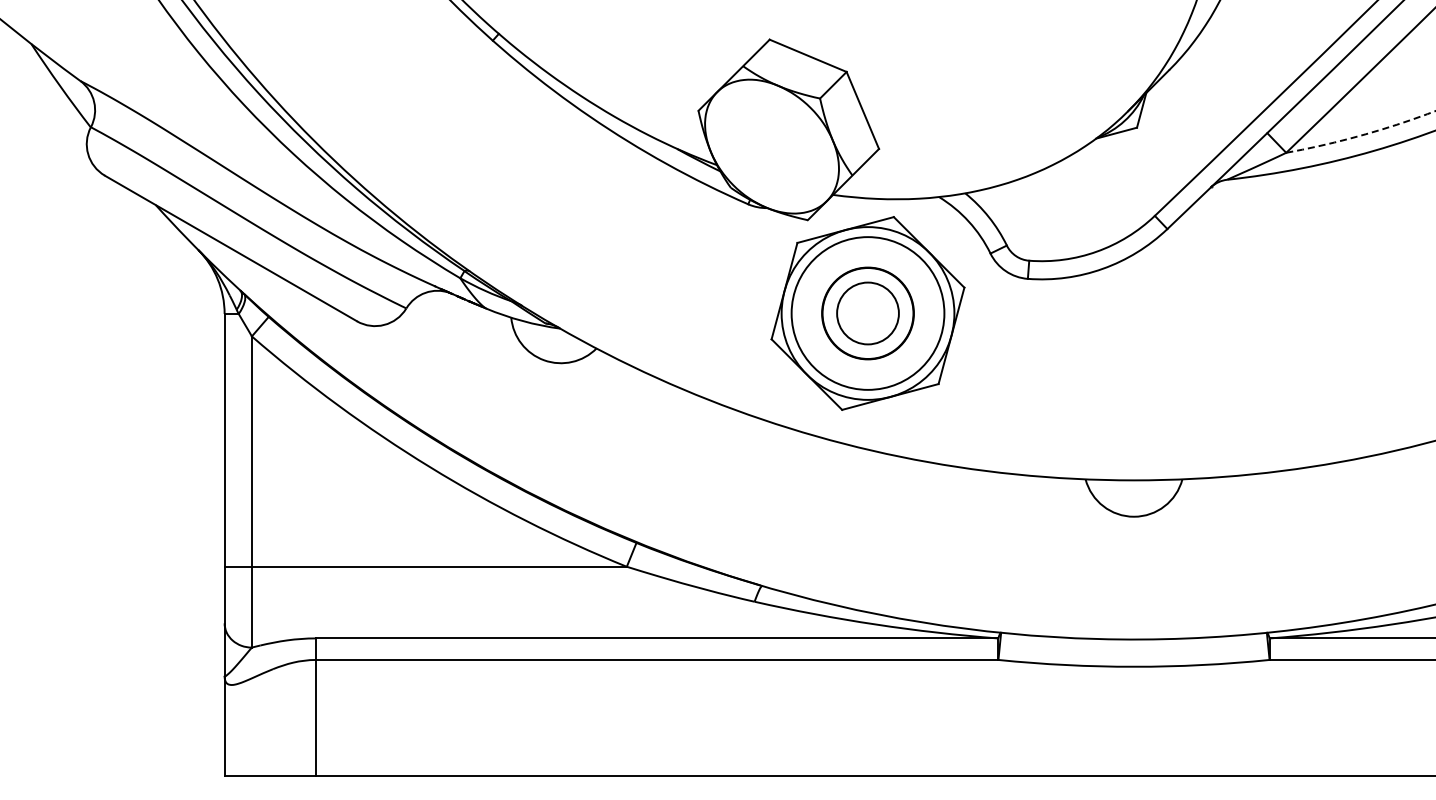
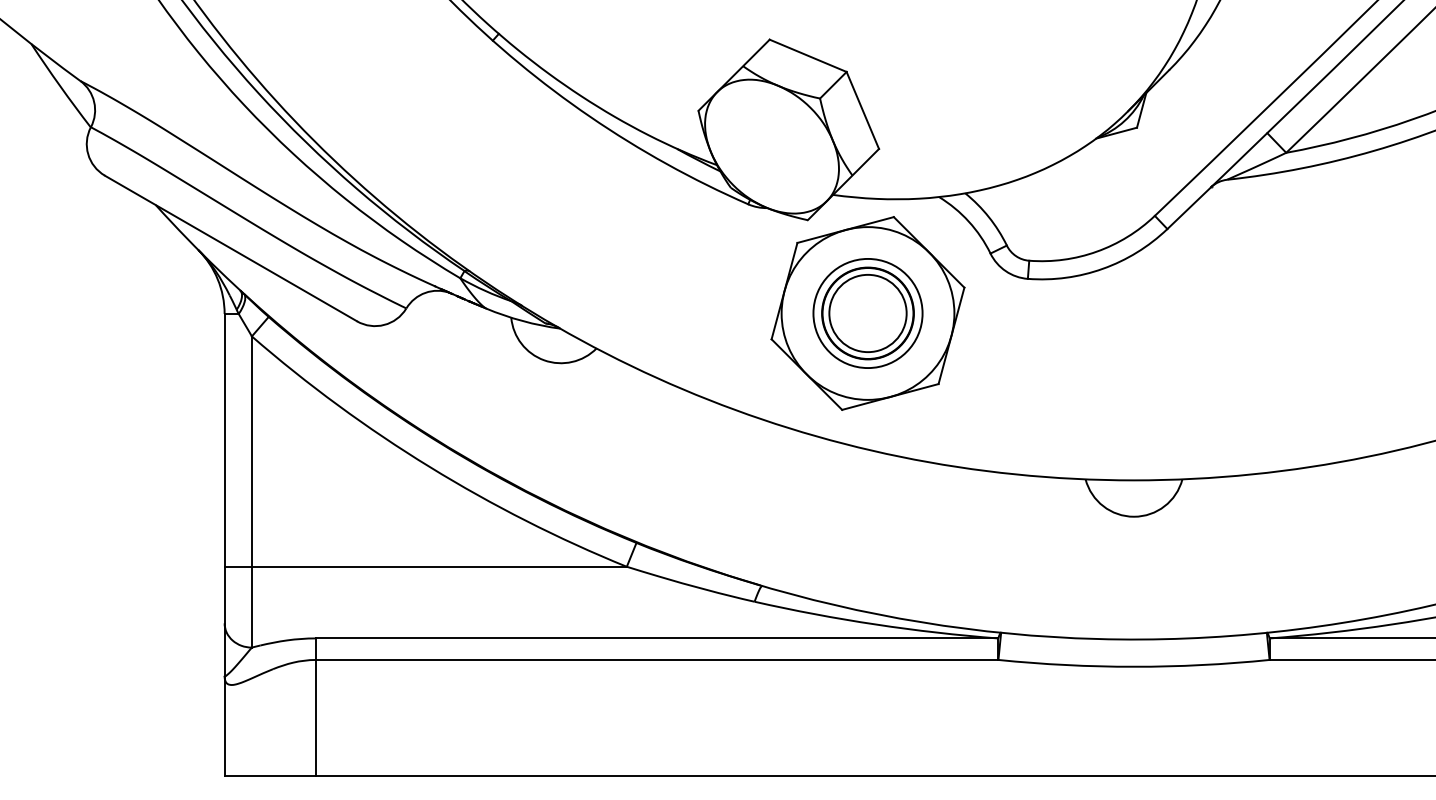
arc at (1362, 135): dashed -> solid
circle at (867, 313) diameter: 153 px -> 109 px
circle at (867, 313) diameter: 62 px -> 77 px
